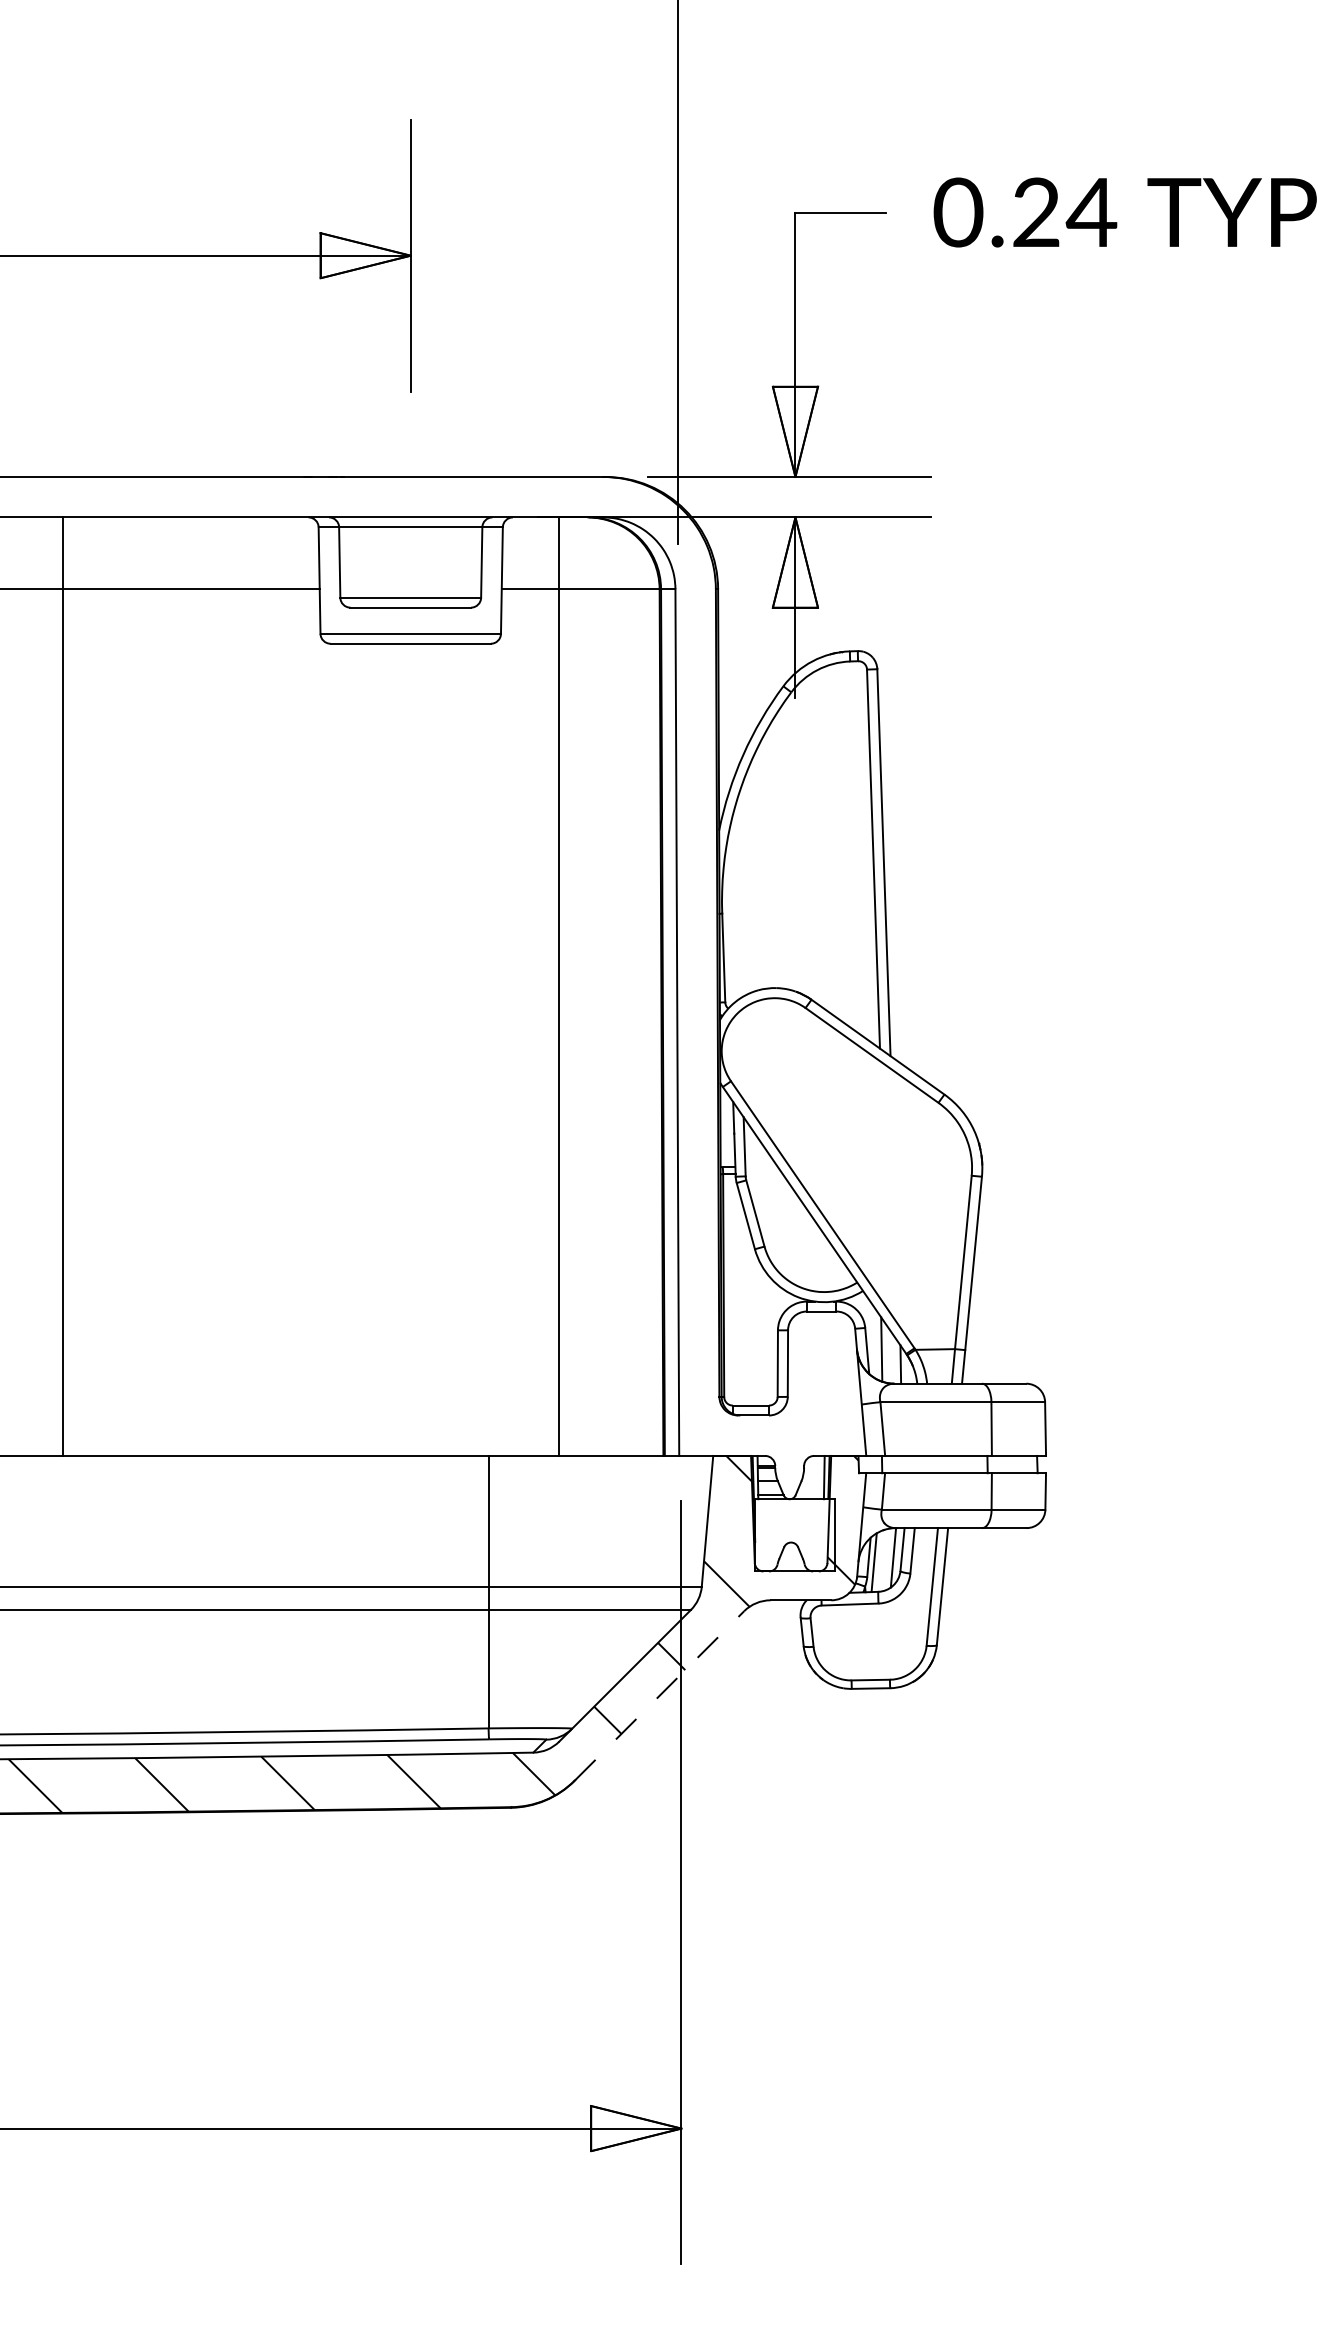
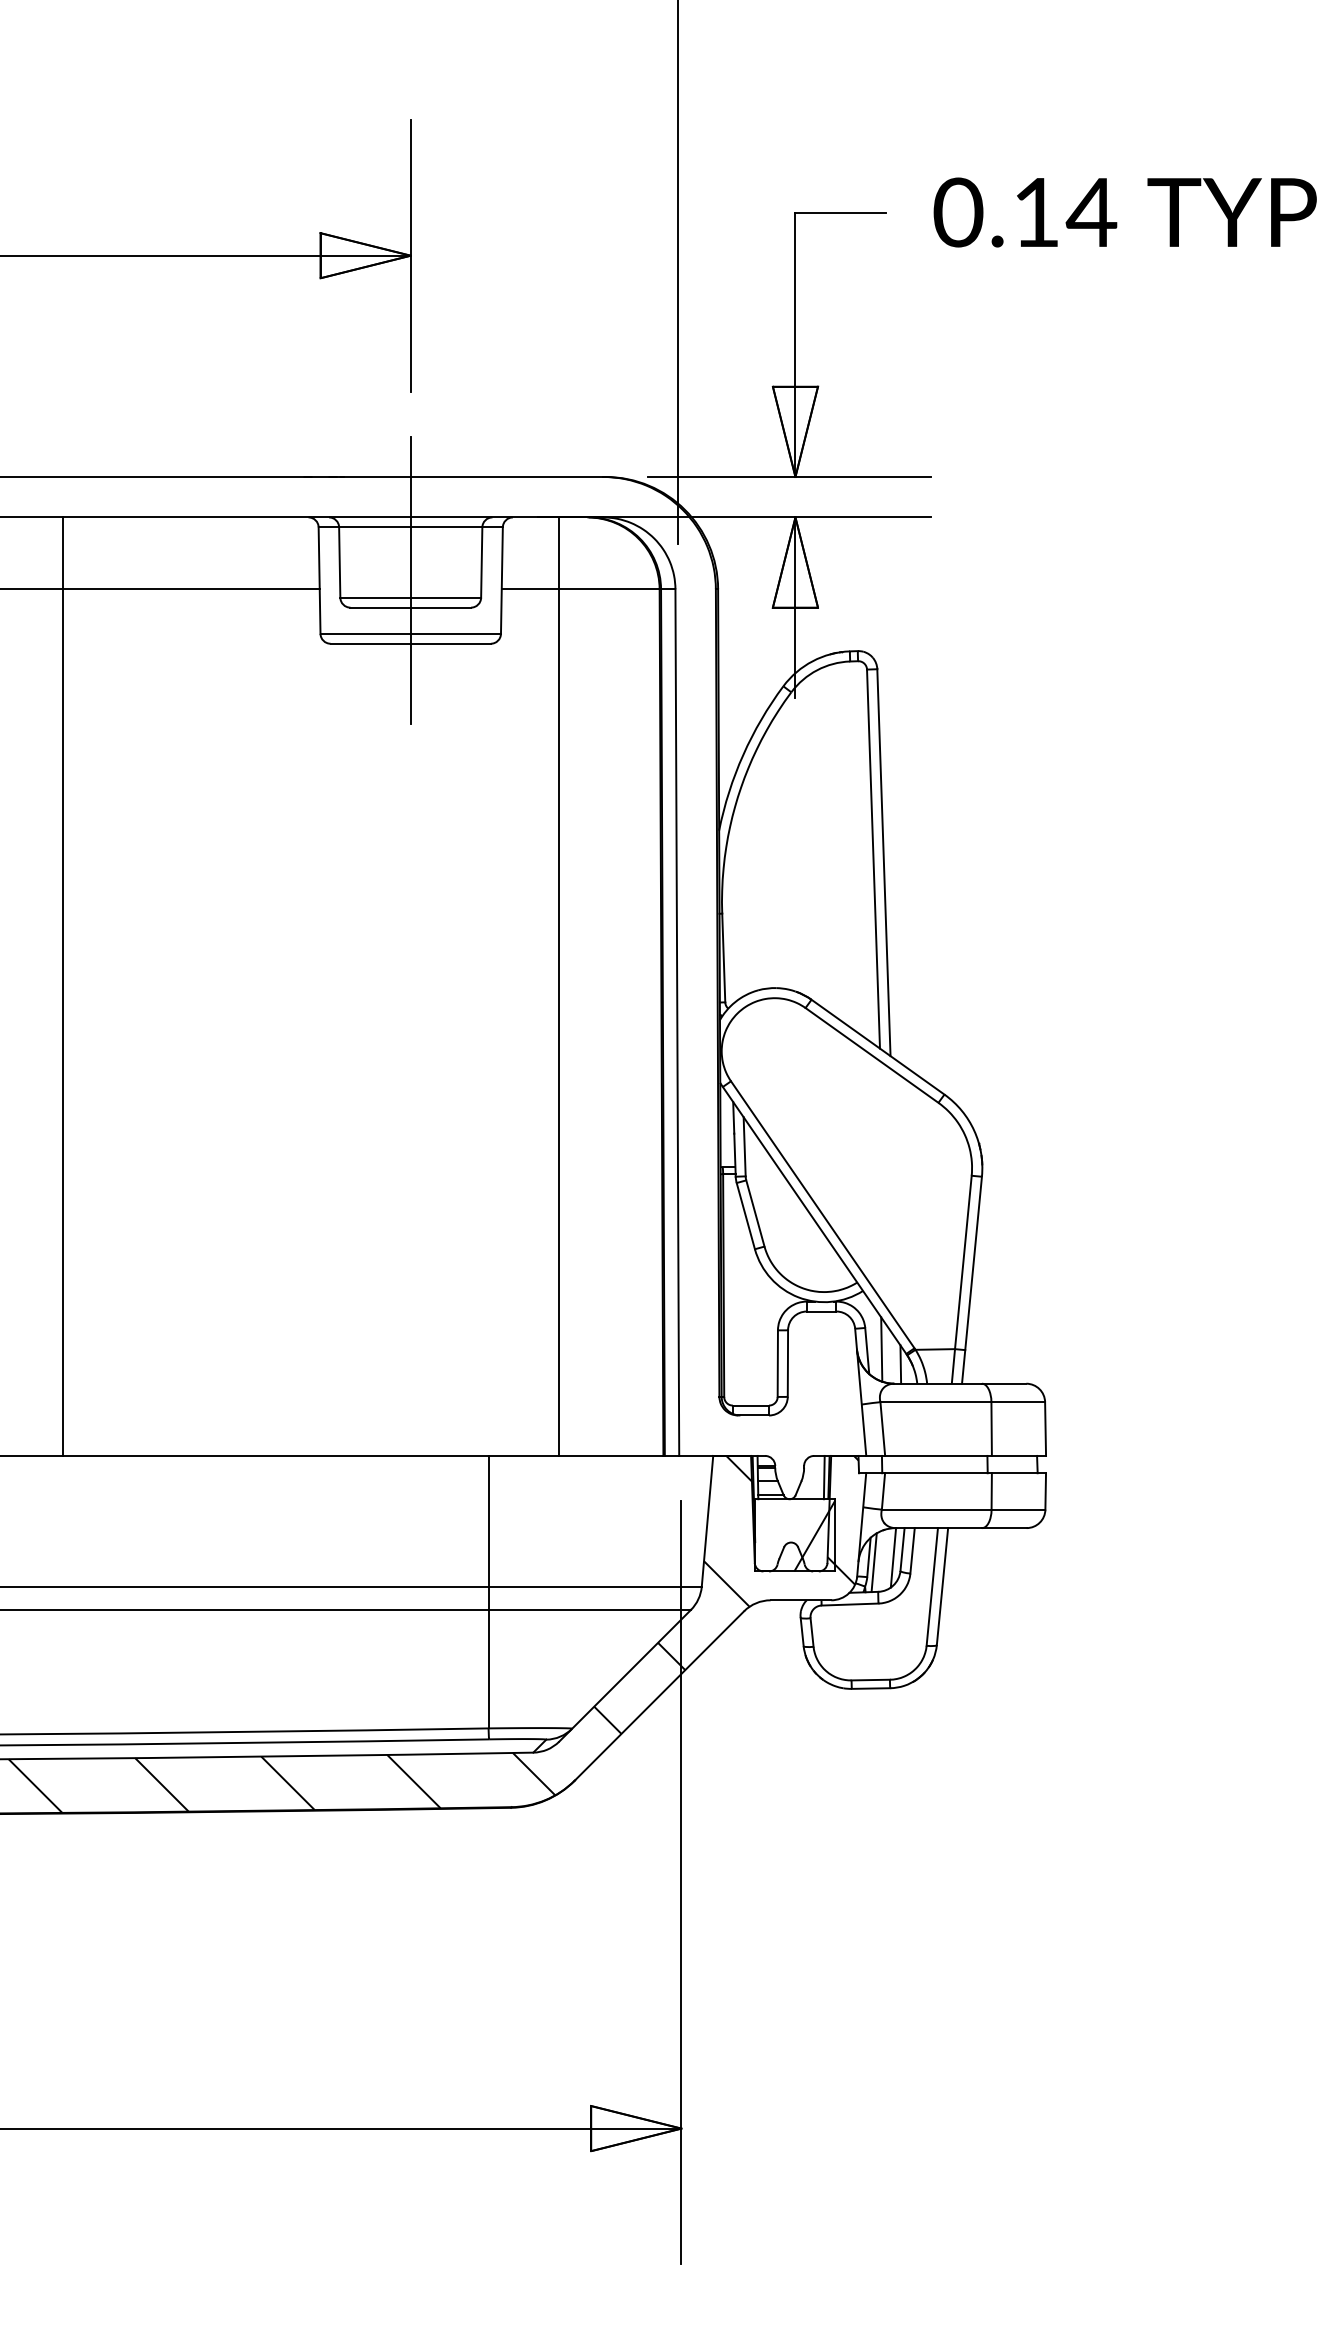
text at (1036, 211): 0.24 -> 0.14
line at (410, 580): none -> present
hatch at (814, 1535): none -> present
line at (659, 1695): dashed -> solid
